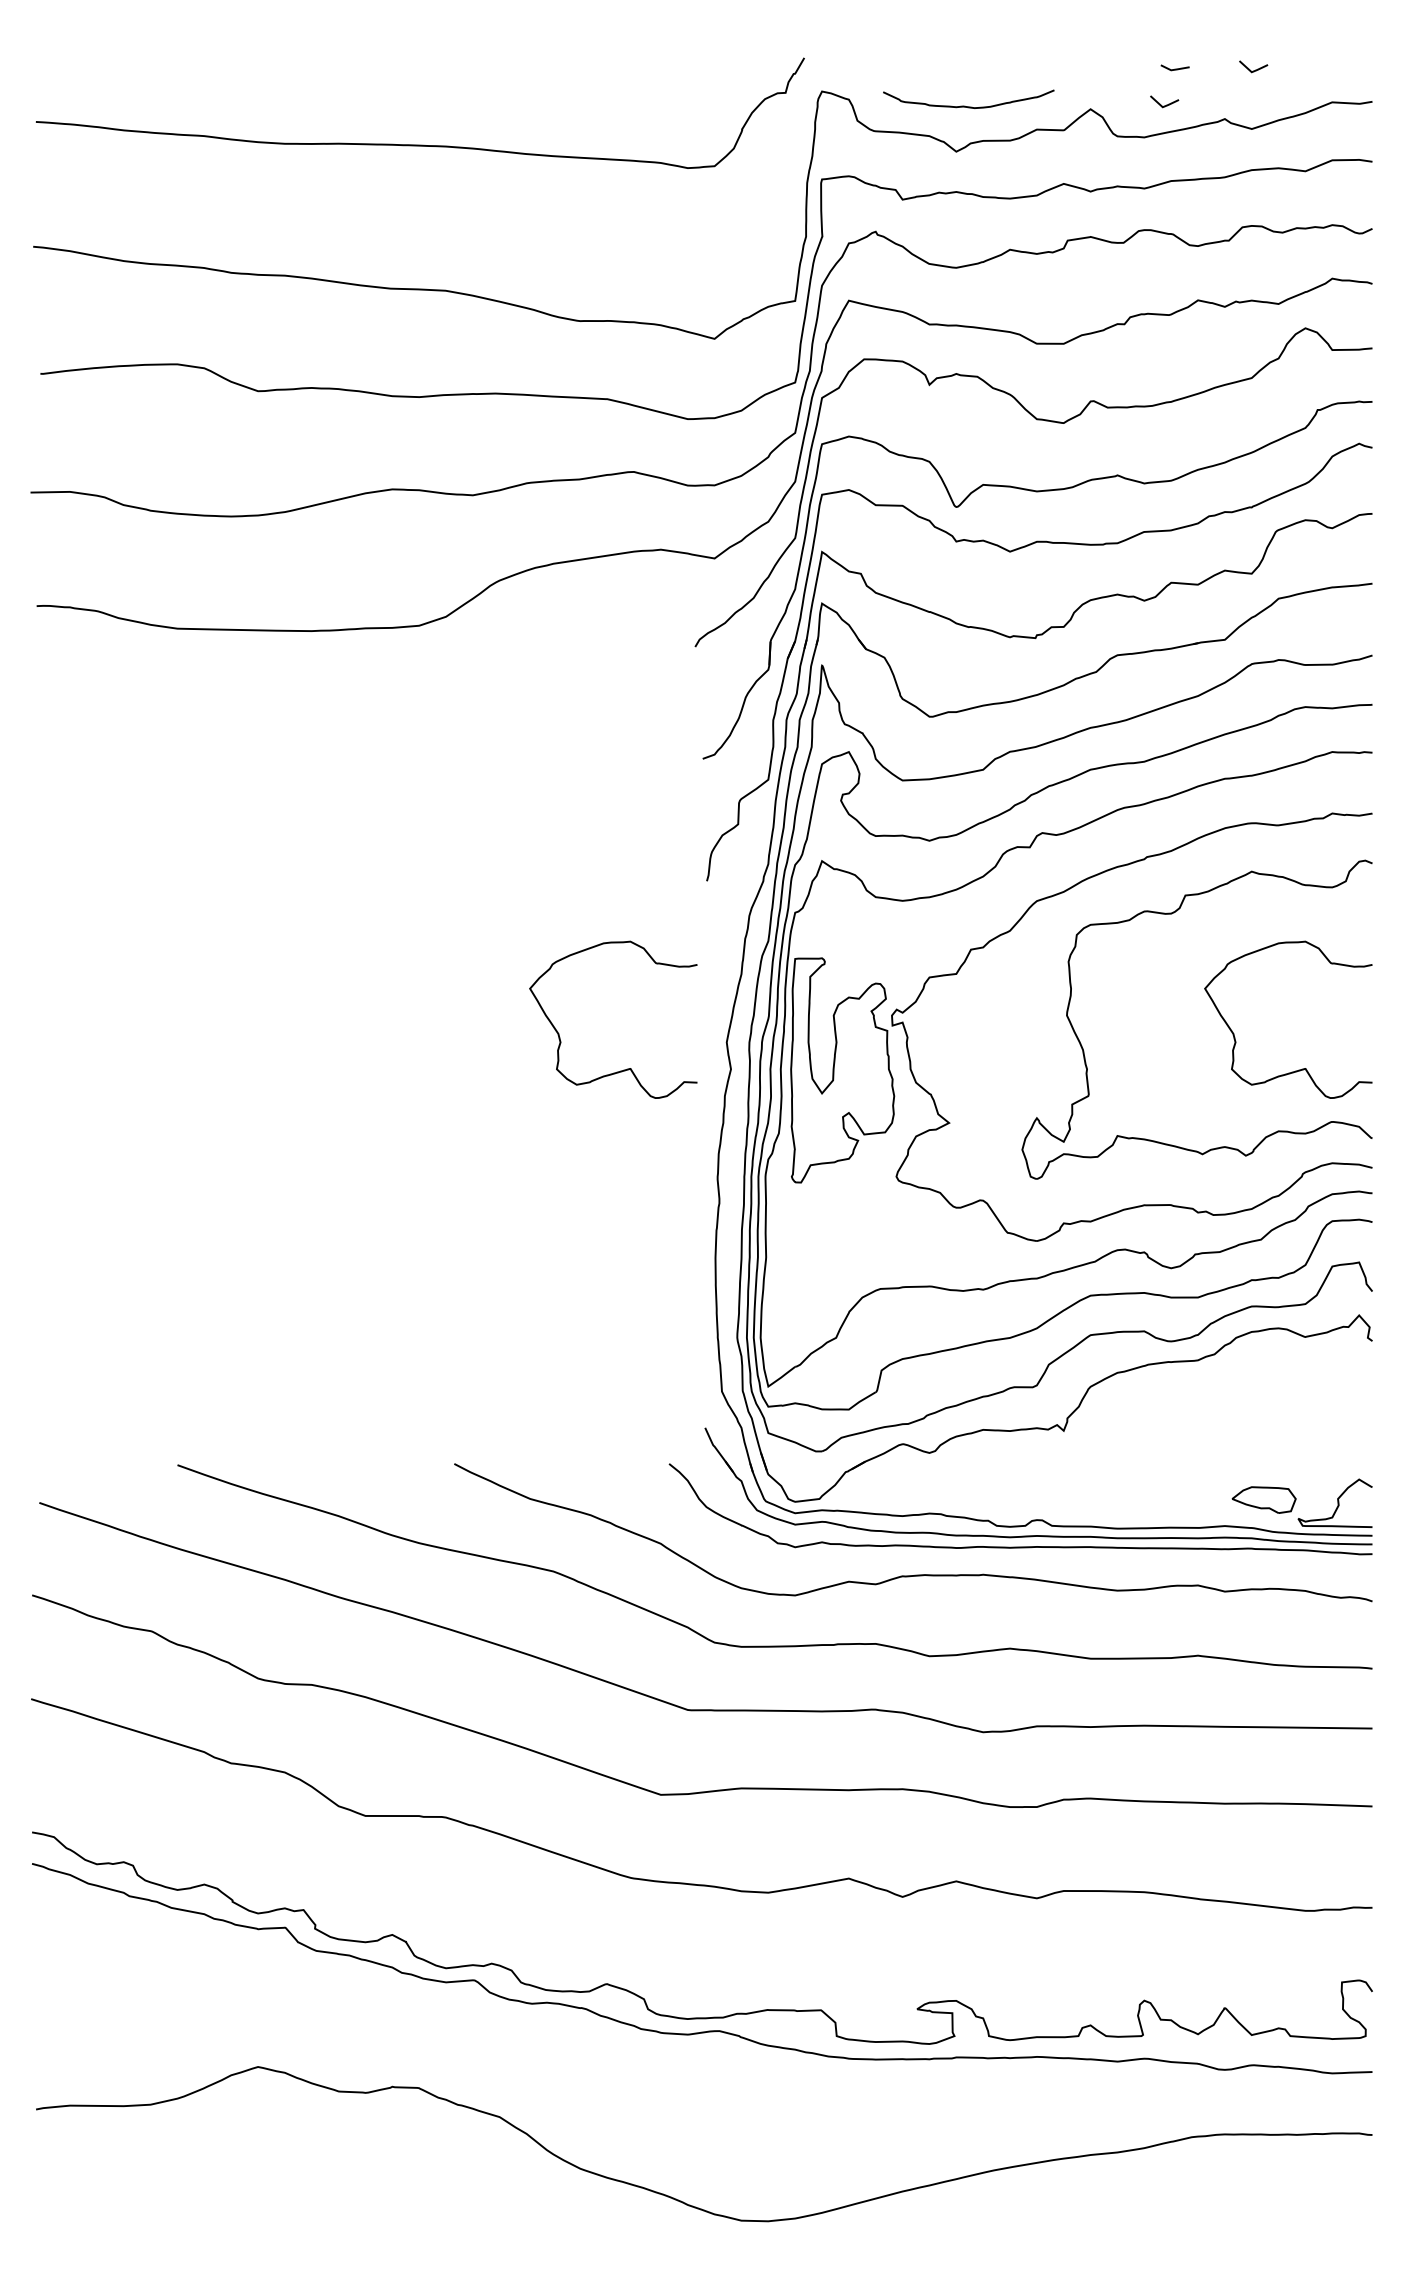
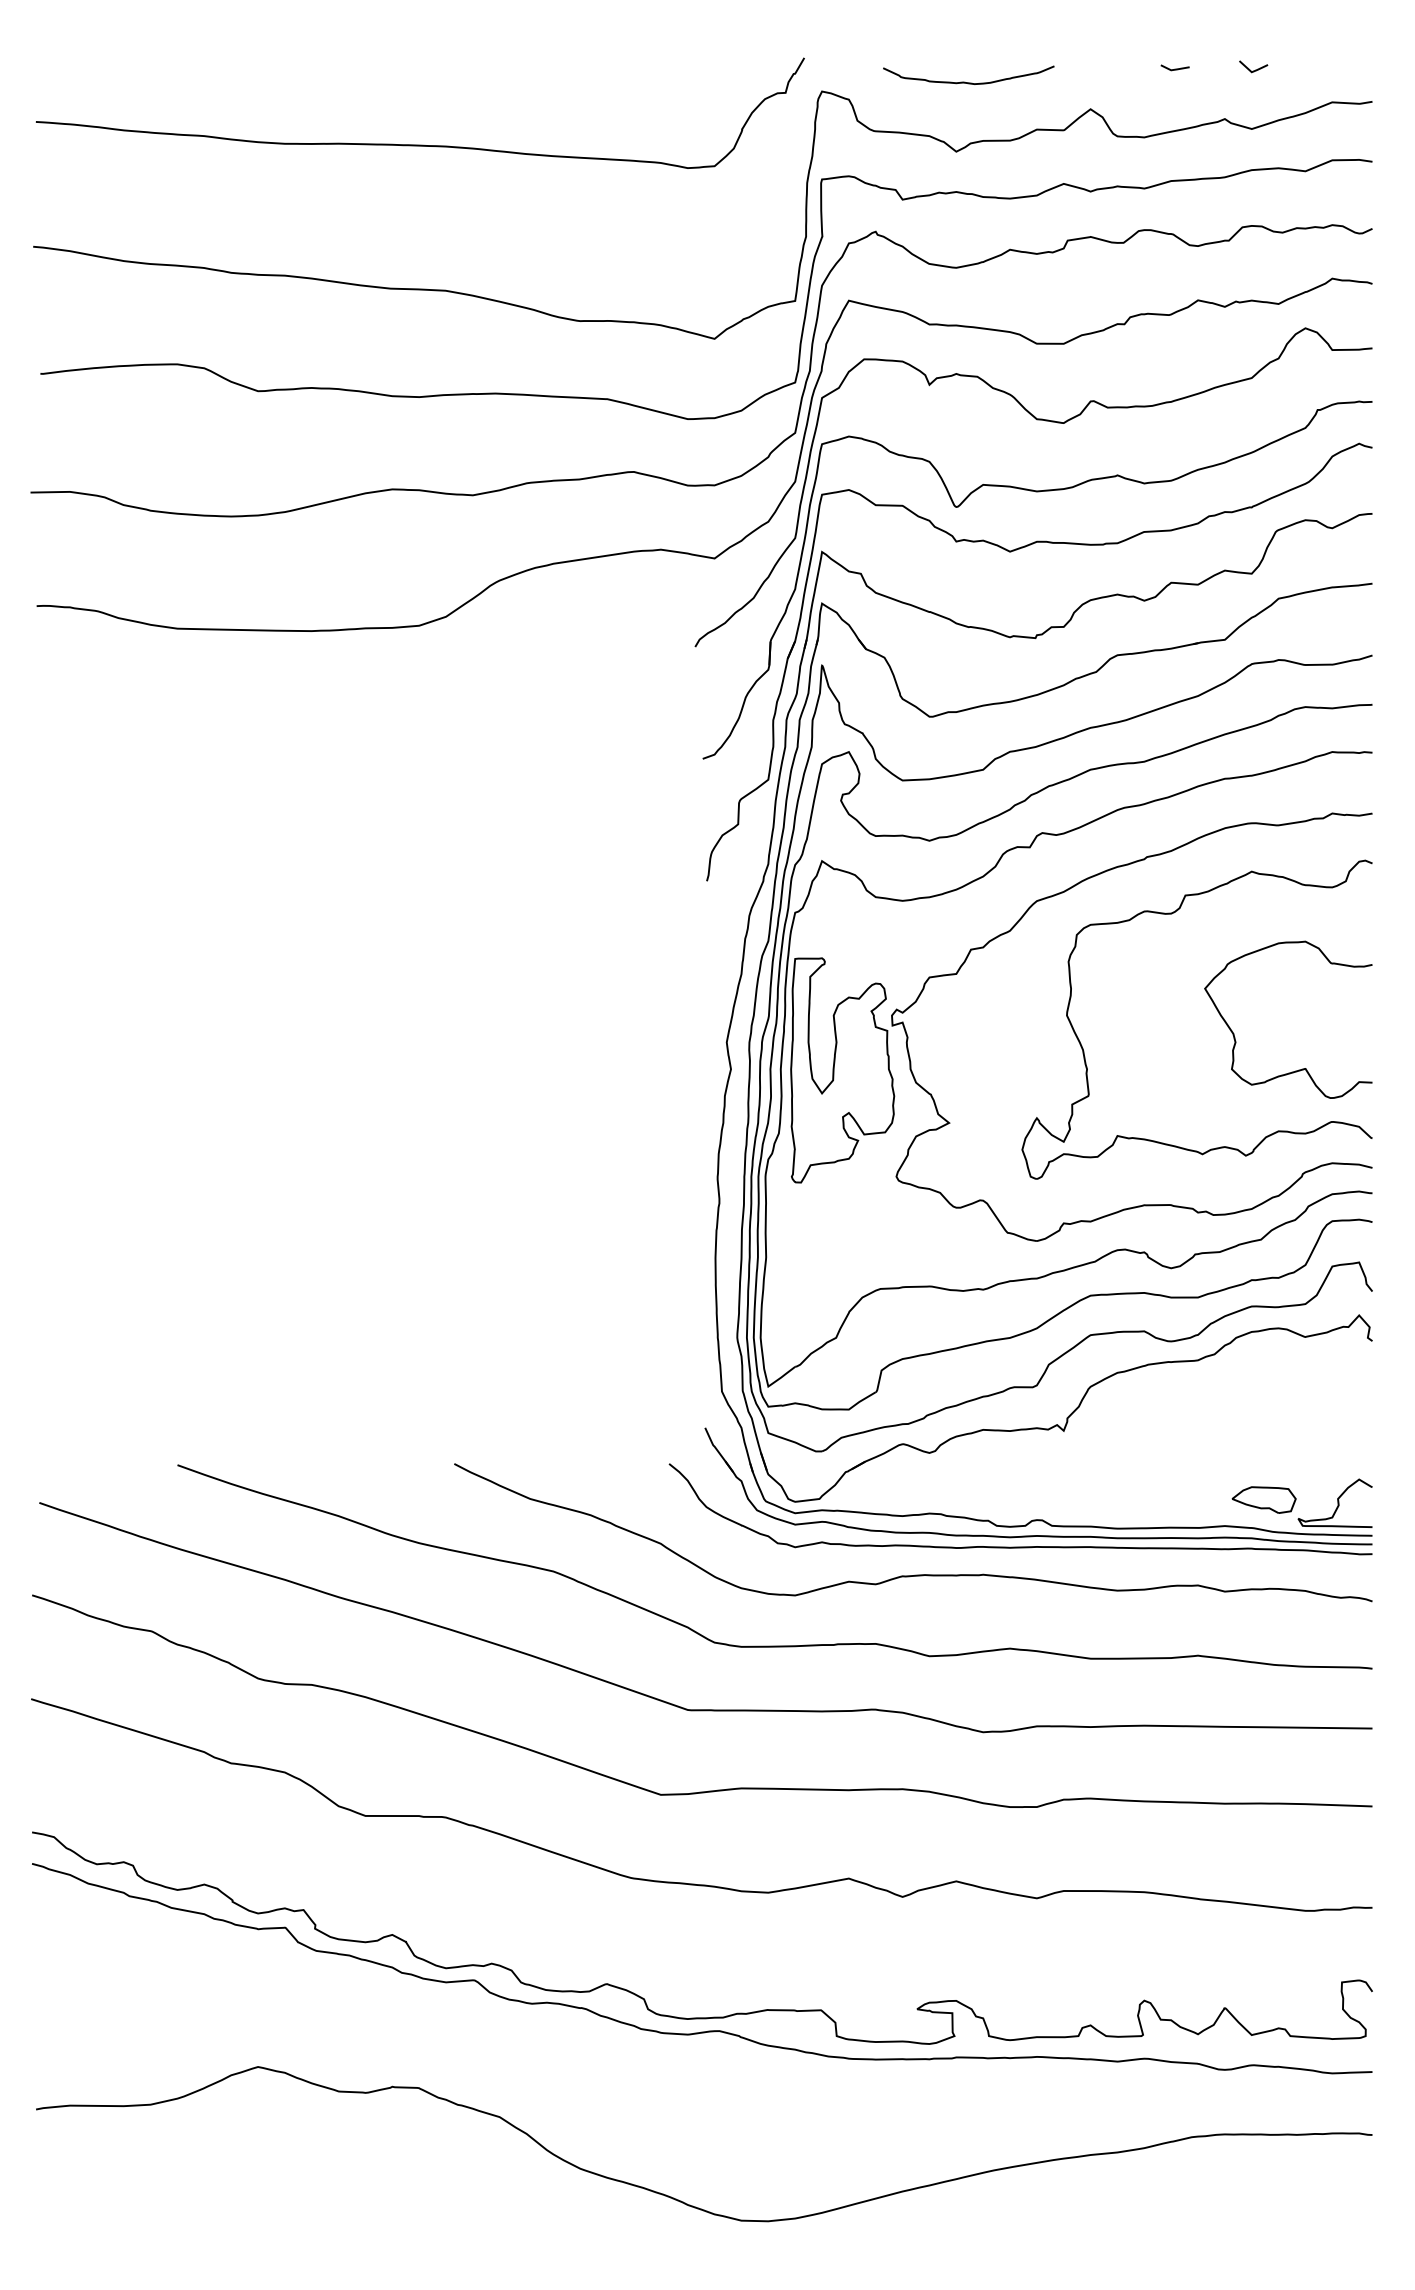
line at (1166, 104): present -> none
curve at (965, 105) position: (965, 105) -> (965, 81)
curve at (627, 1068): present -> none
